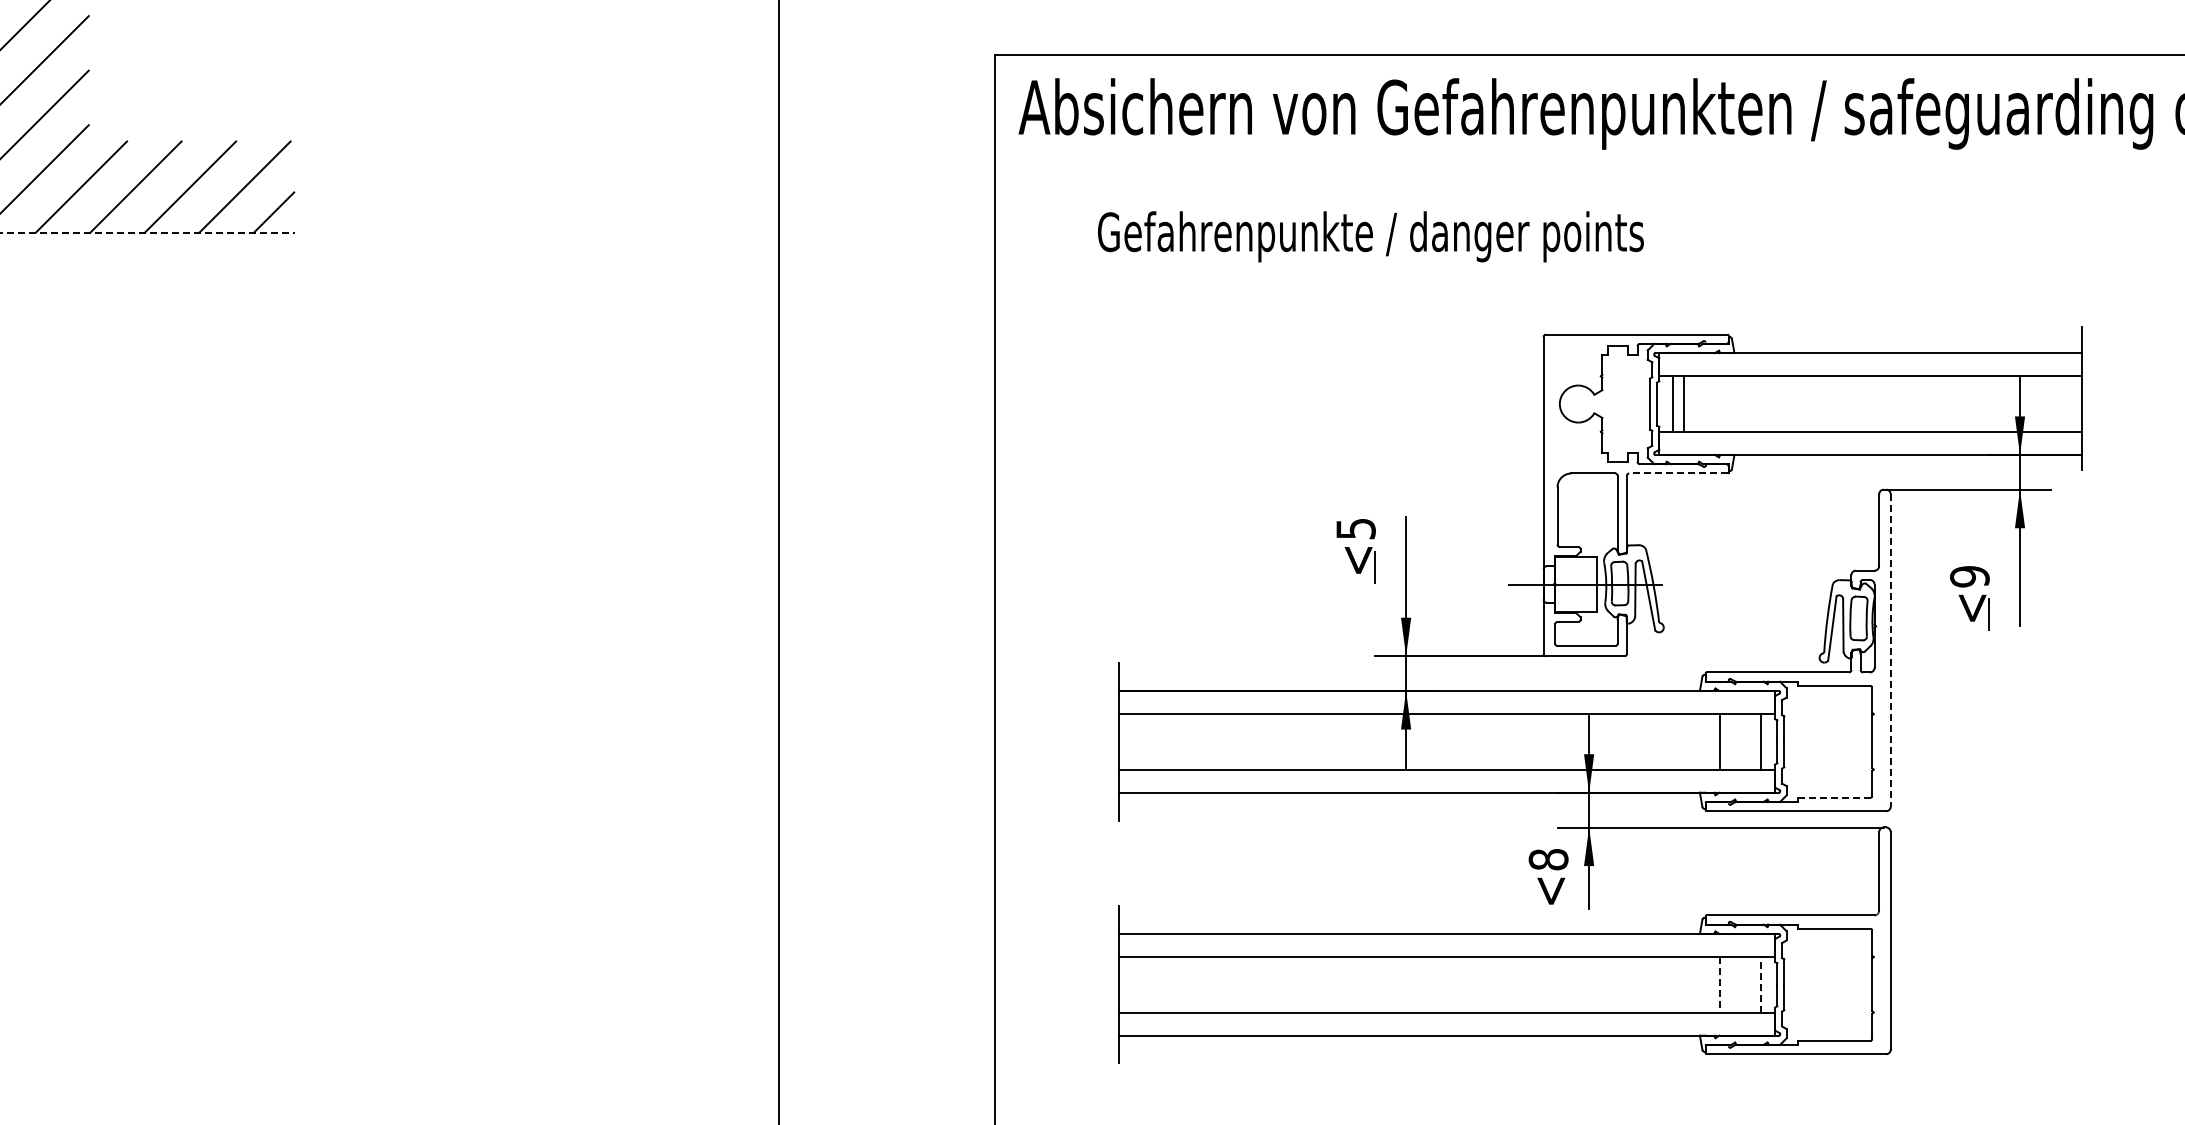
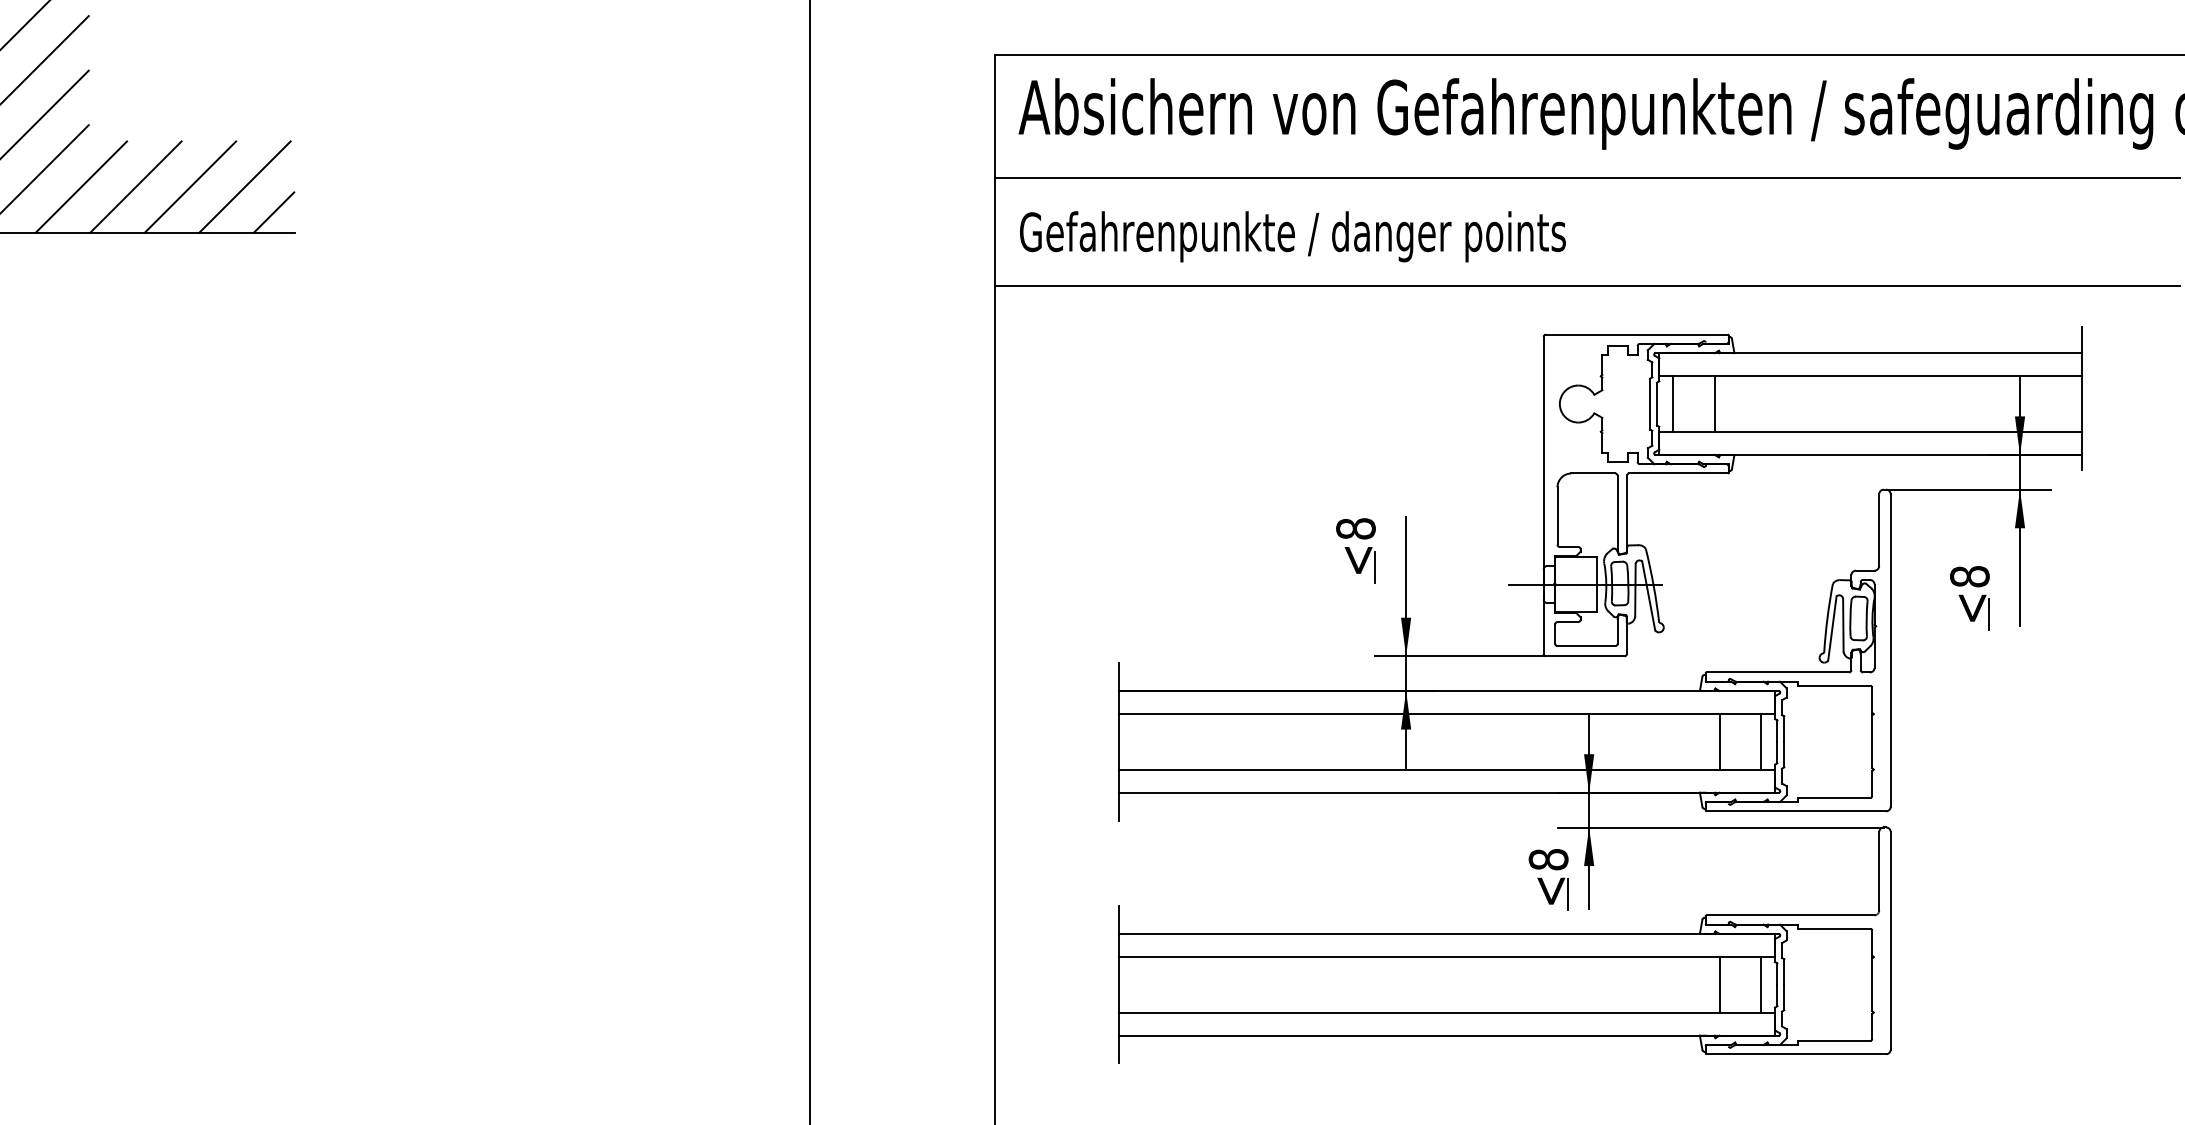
line at (1587, 178): none -> present
line at (148, 233): dashed -> solid
text at (1370, 236) position: (1370, 236) -> (1292, 236)
line at (1587, 286): none -> present
line at (1683, 403) position: (1683, 403) -> (1714, 403)
line at (1678, 473): dashed -> solid
text at (1355, 528): <5 -> <8
line at (778, 561) position: (778, 561) -> (809, 561)
text at (1969, 576): <9 -> <8
line at (1890, 650): dashed -> solid
line at (1834, 797): dashed -> solid
line at (1567, 894): none -> present
line at (1719, 984): dashed -> solid
line at (1761, 984): dashed -> solid
